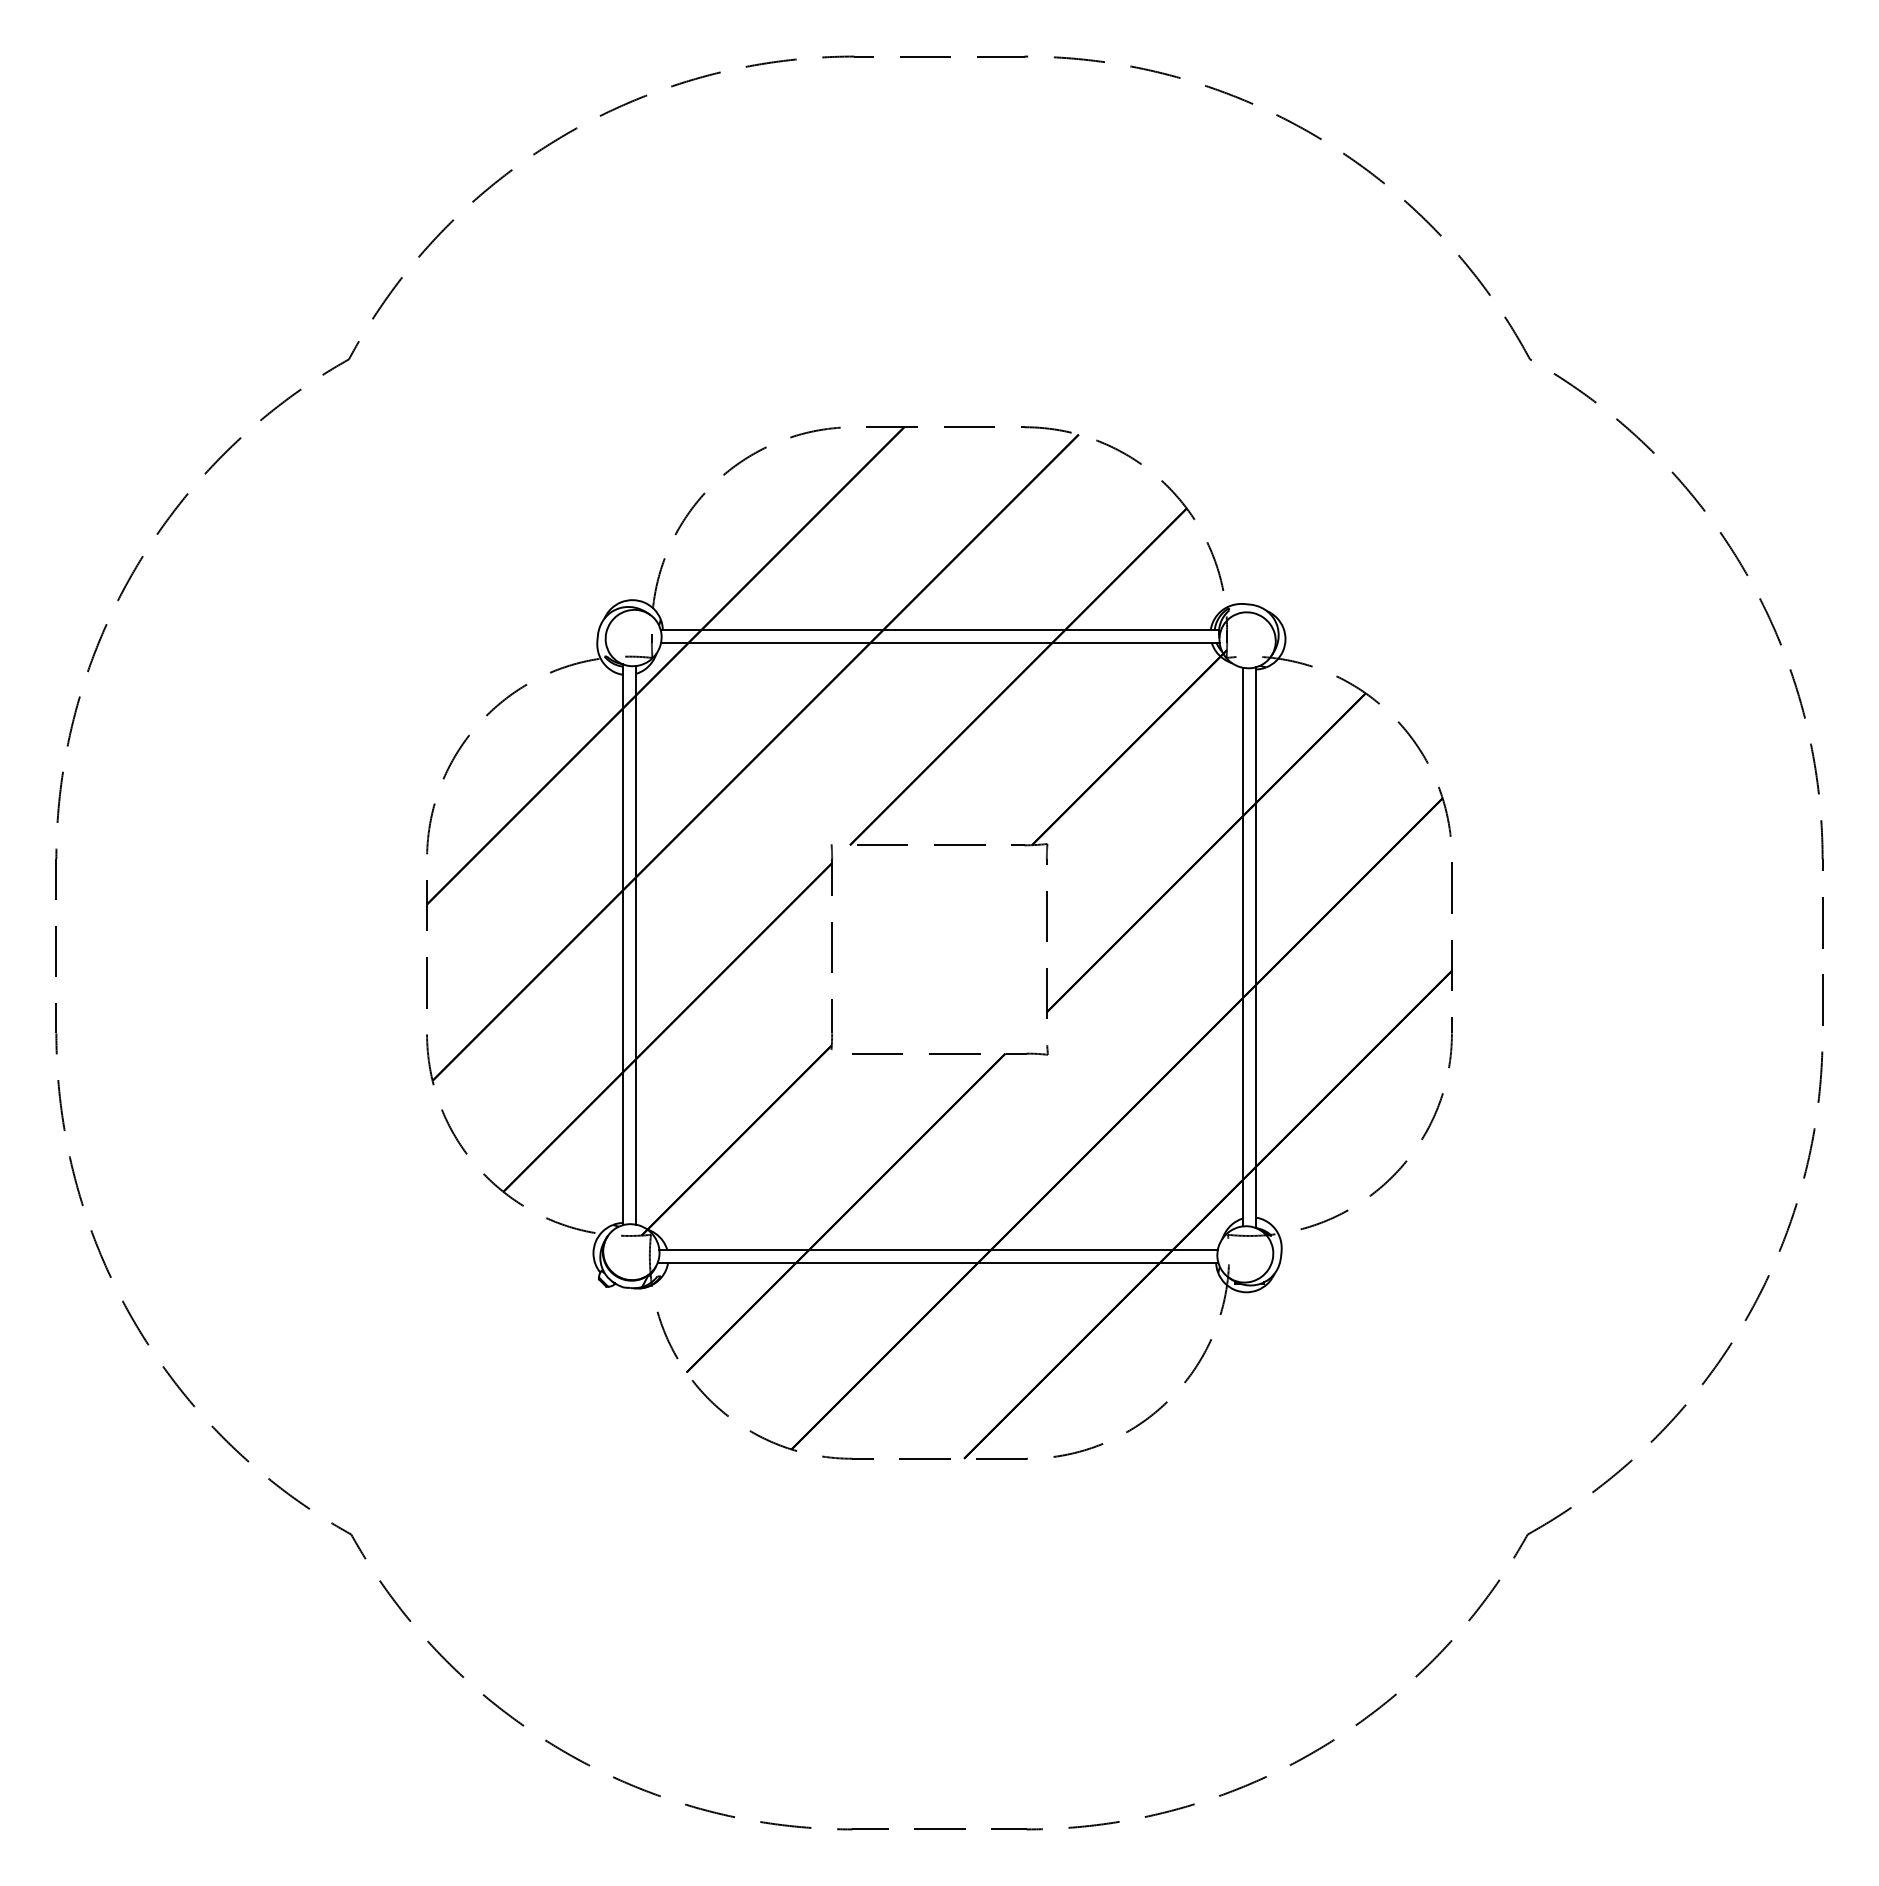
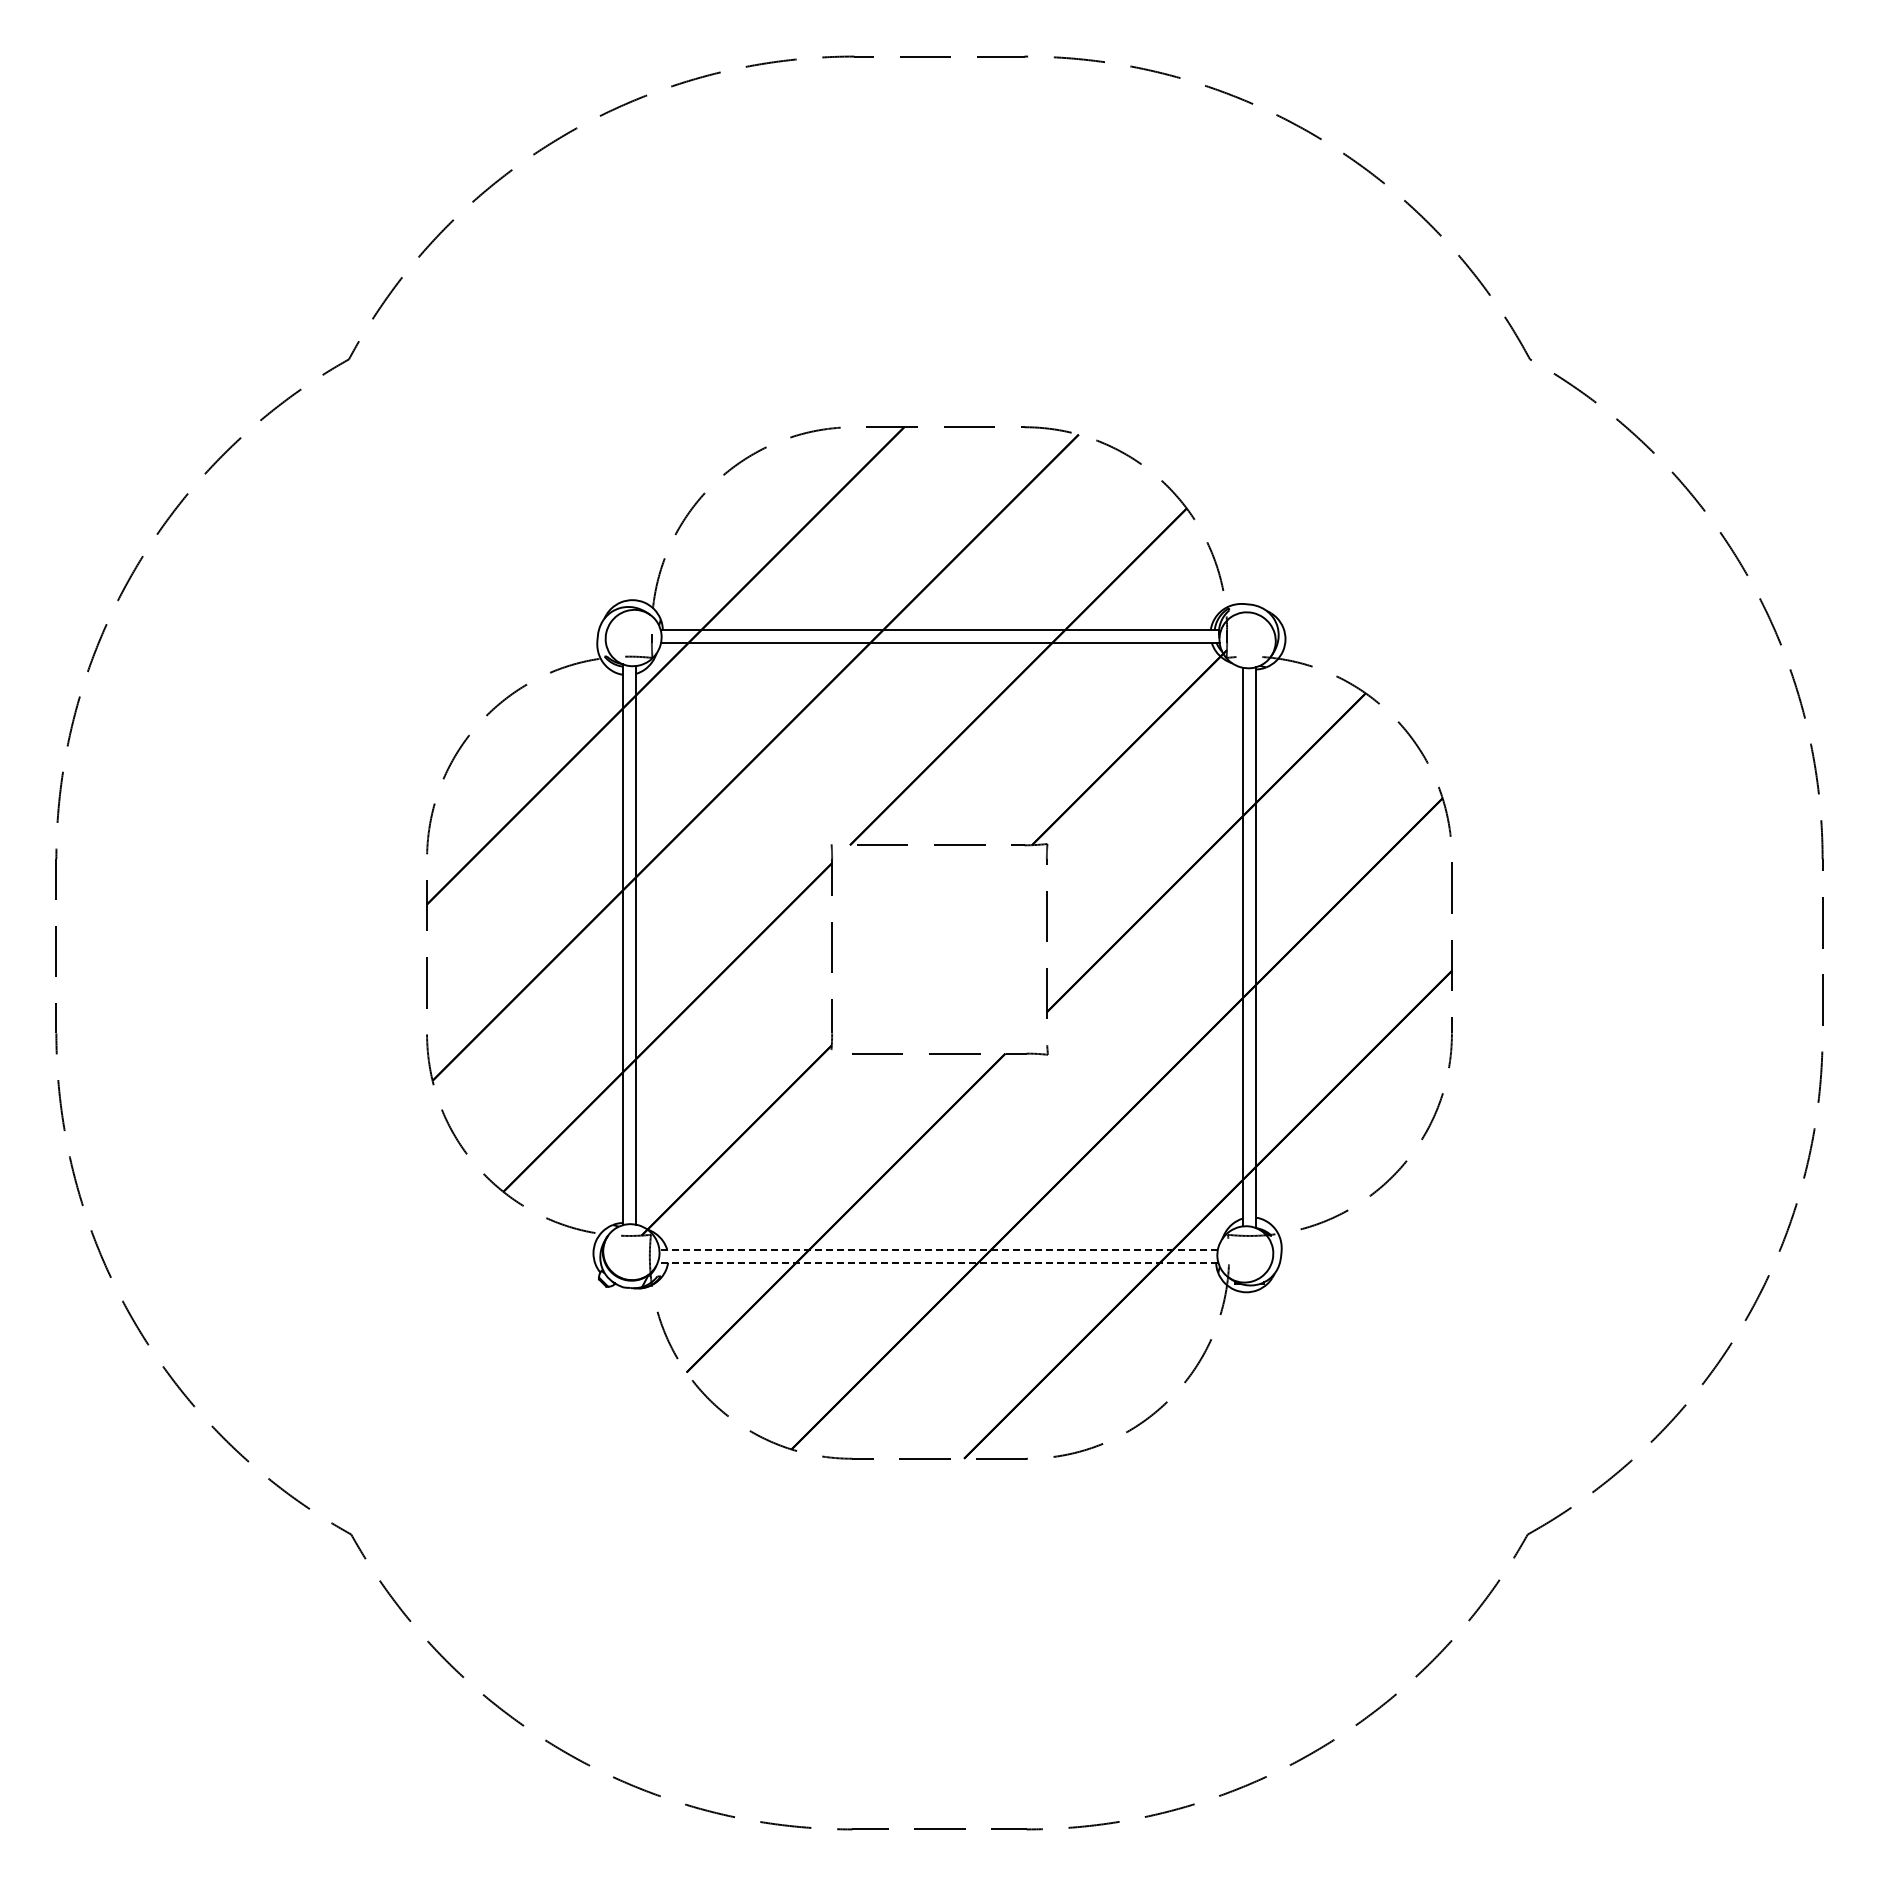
line at (938, 1249): solid -> dashed
line at (937, 1262): solid -> dashed
